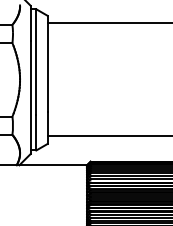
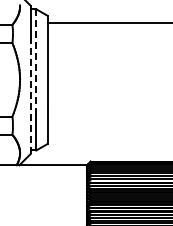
line at (36, 62): solid -> dashed
line at (30, 97): solid -> dashed
line at (108, 136): present -> none
